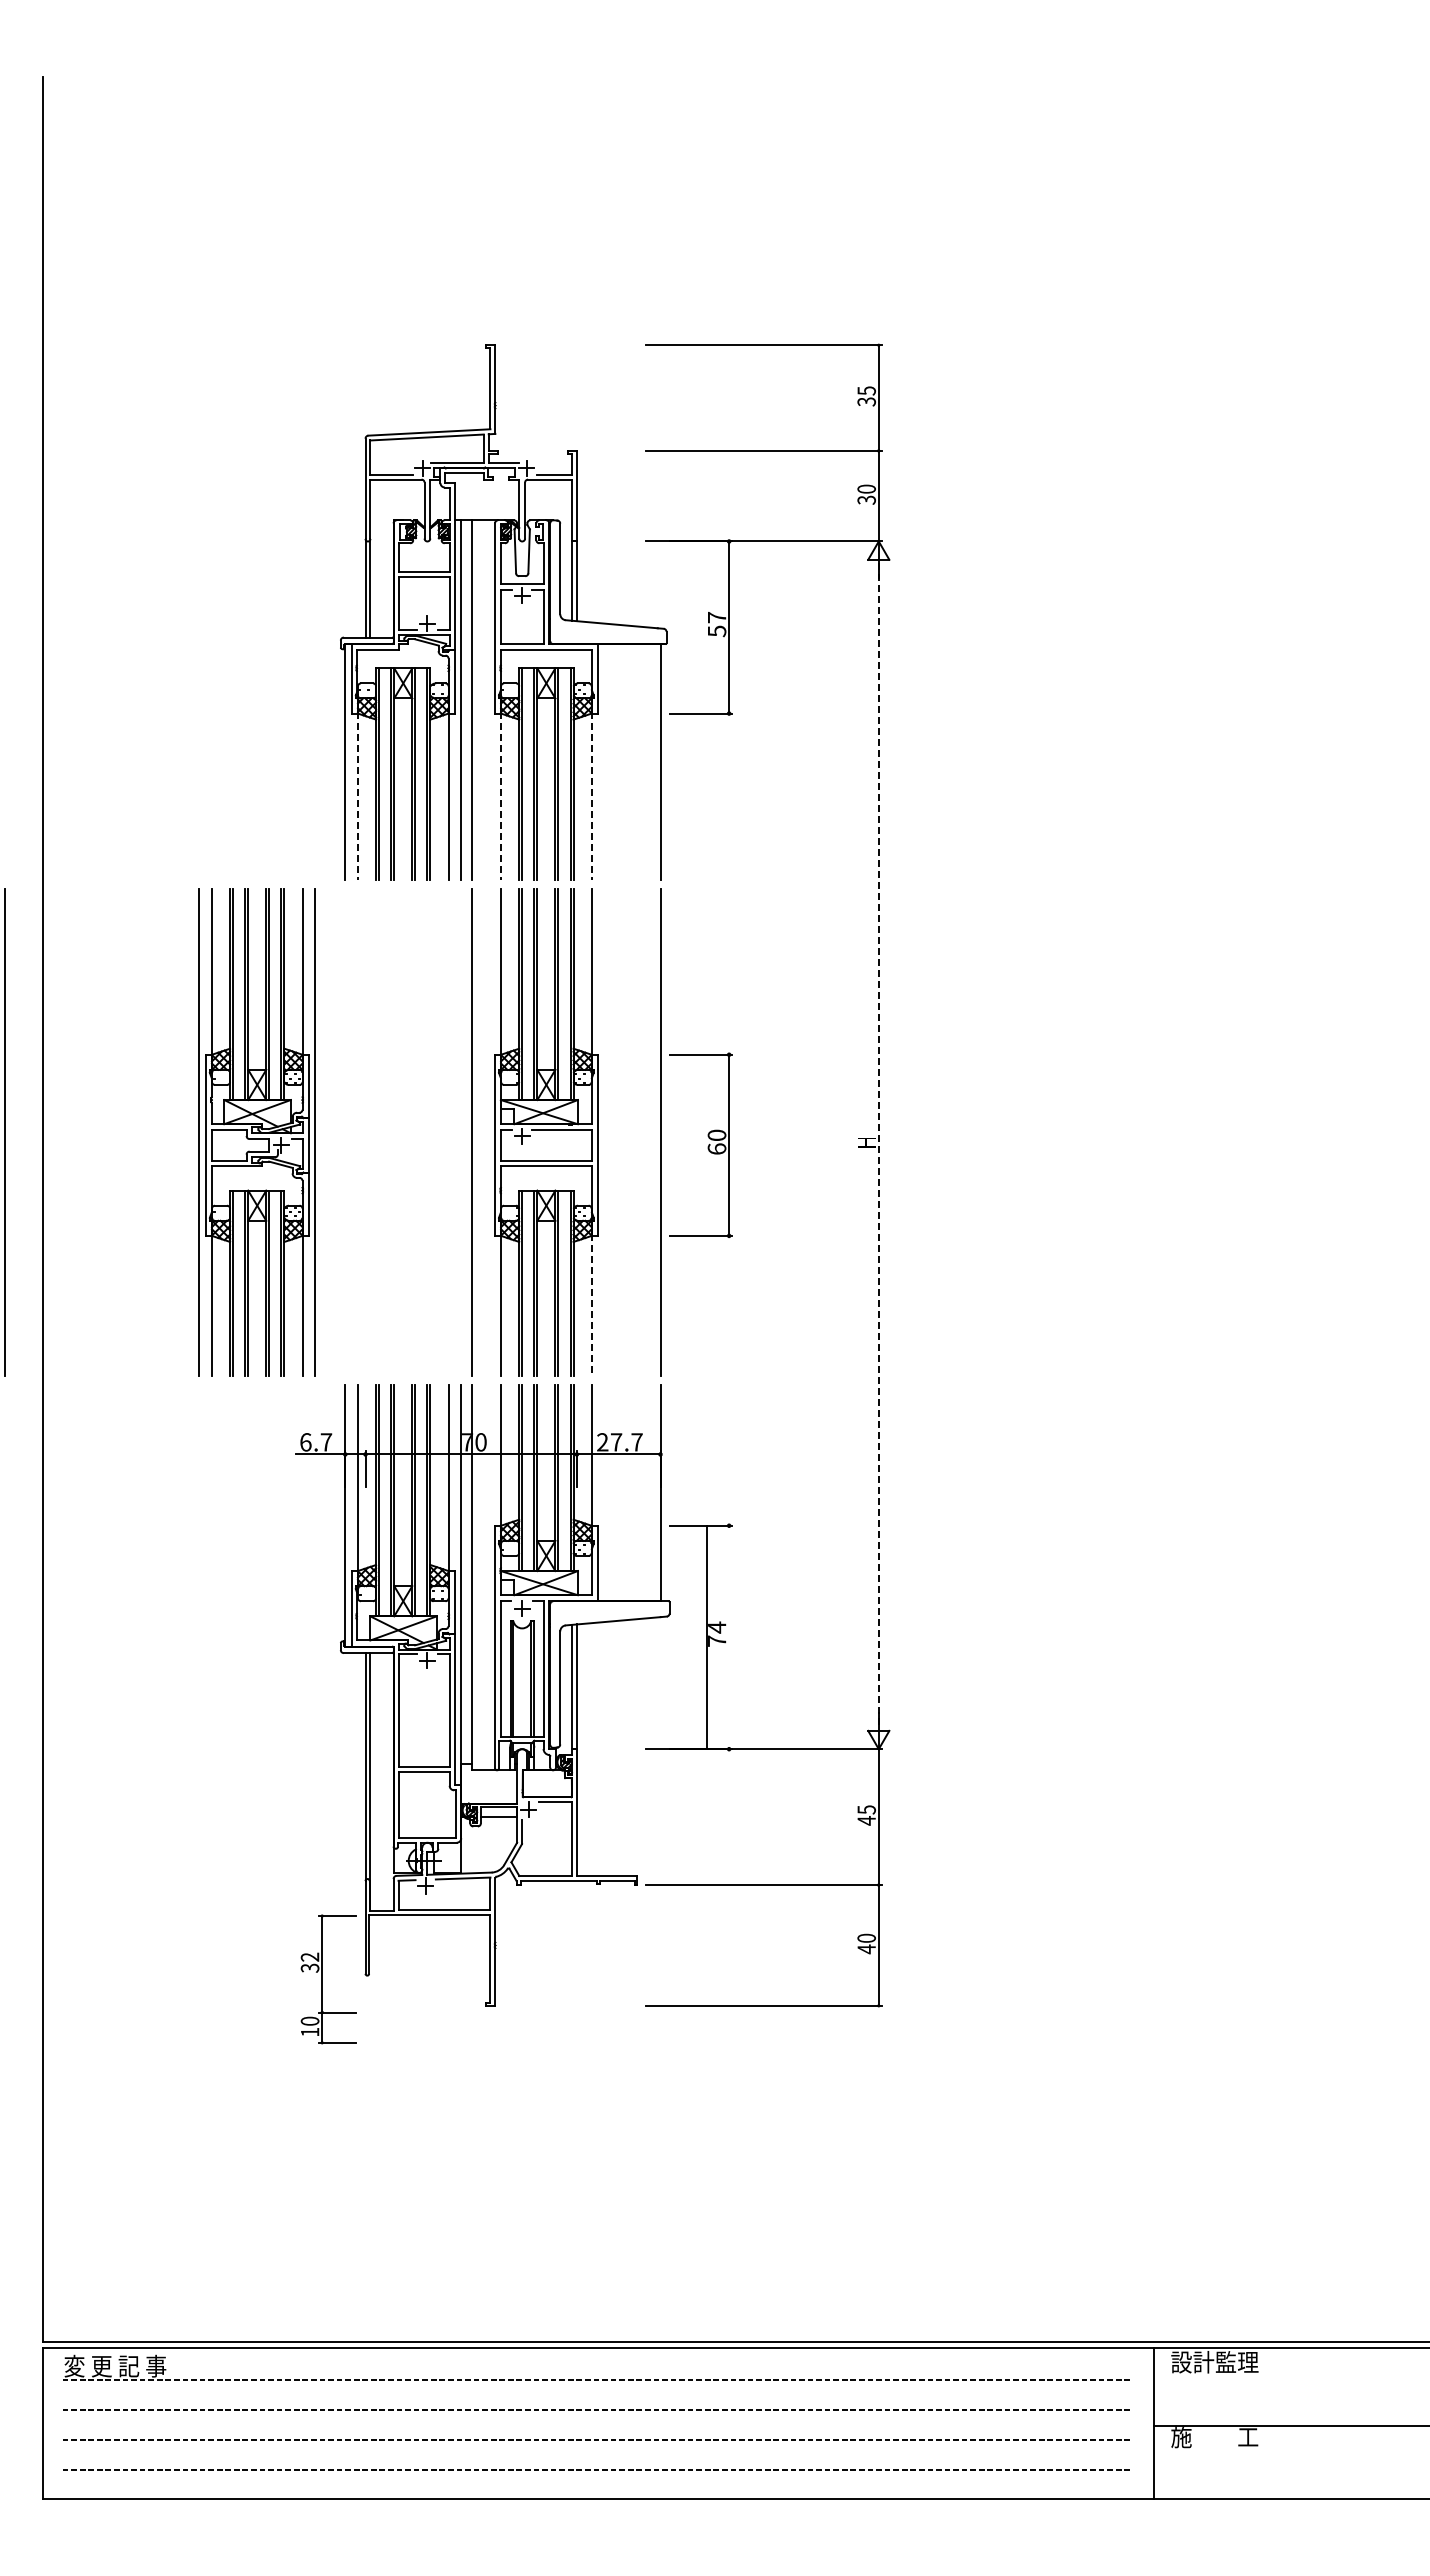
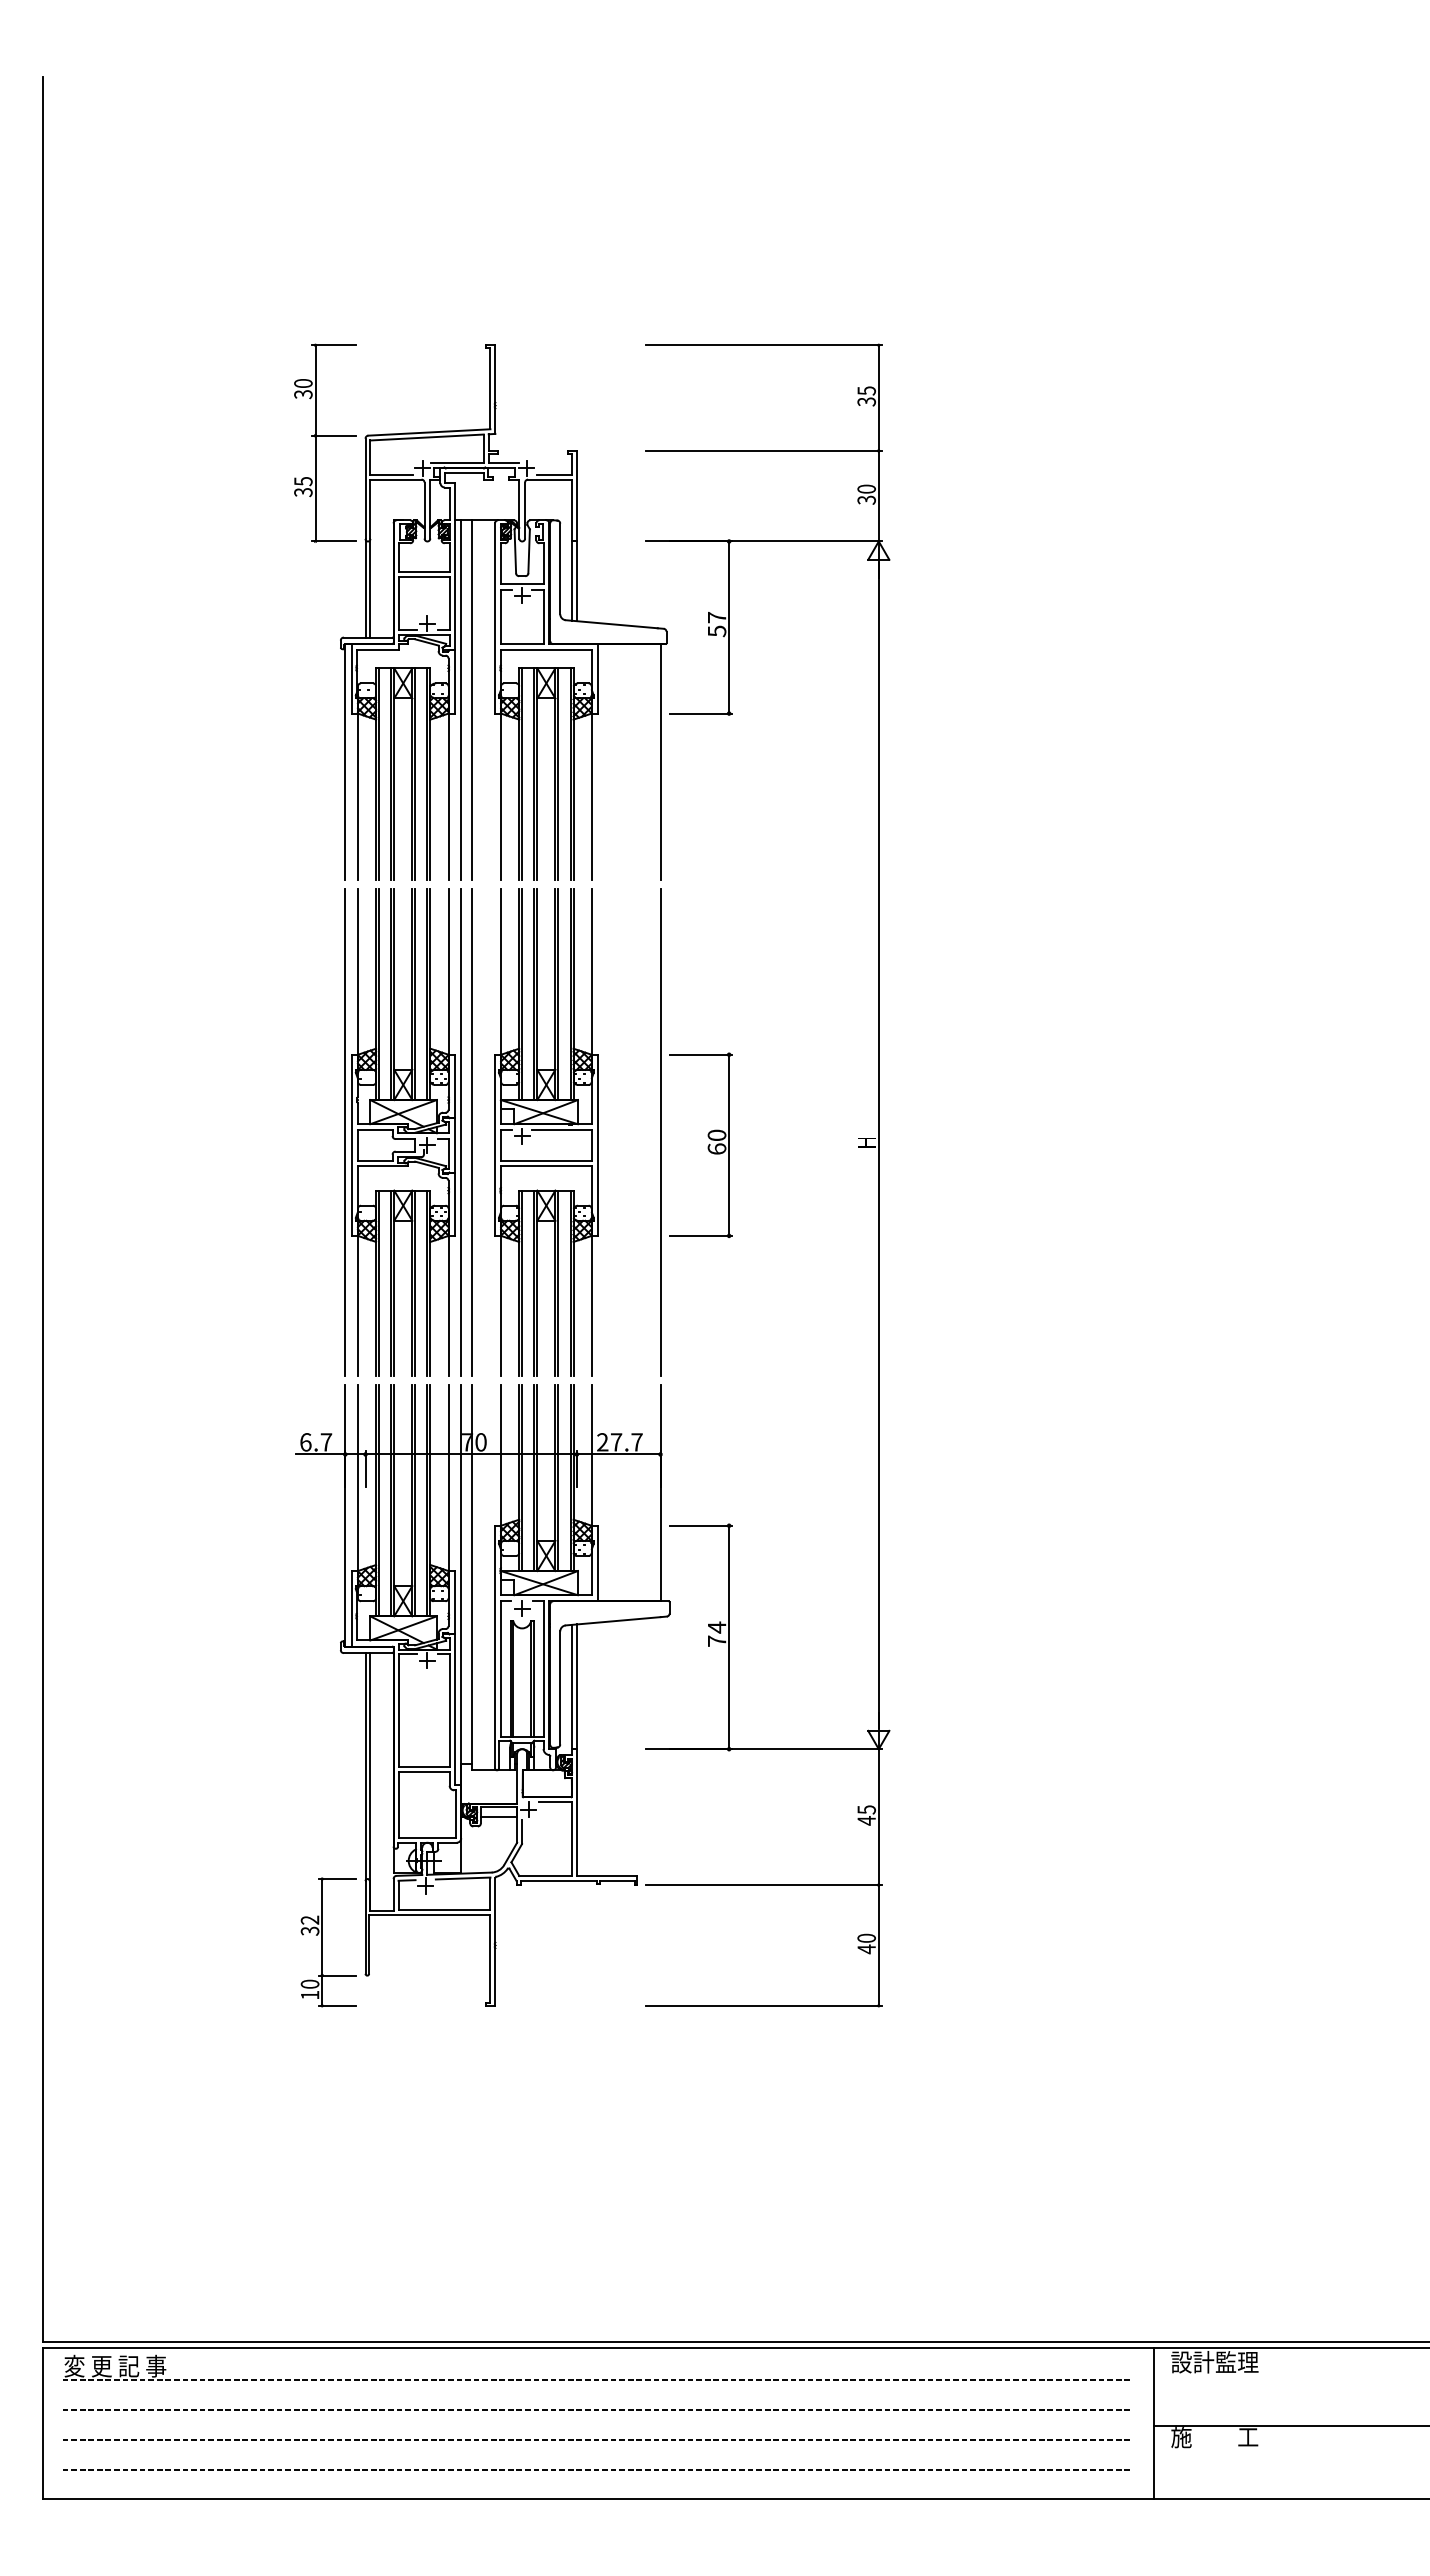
part at (325, 442): none -> present
line at (357, 795): dashed -> solid
line at (501, 795): dashed -> solid
line at (591, 795): dashed -> solid
line at (4, 1132): present -> none
part at (256, 1132) position: (256, 1132) -> (402, 1132)
line at (878, 1145): dashed -> solid
line at (591, 1305): dashed -> solid
line at (707, 1637) position: (707, 1637) -> (729, 1637)
part at (328, 1979) position: (328, 1979) -> (328, 1942)
